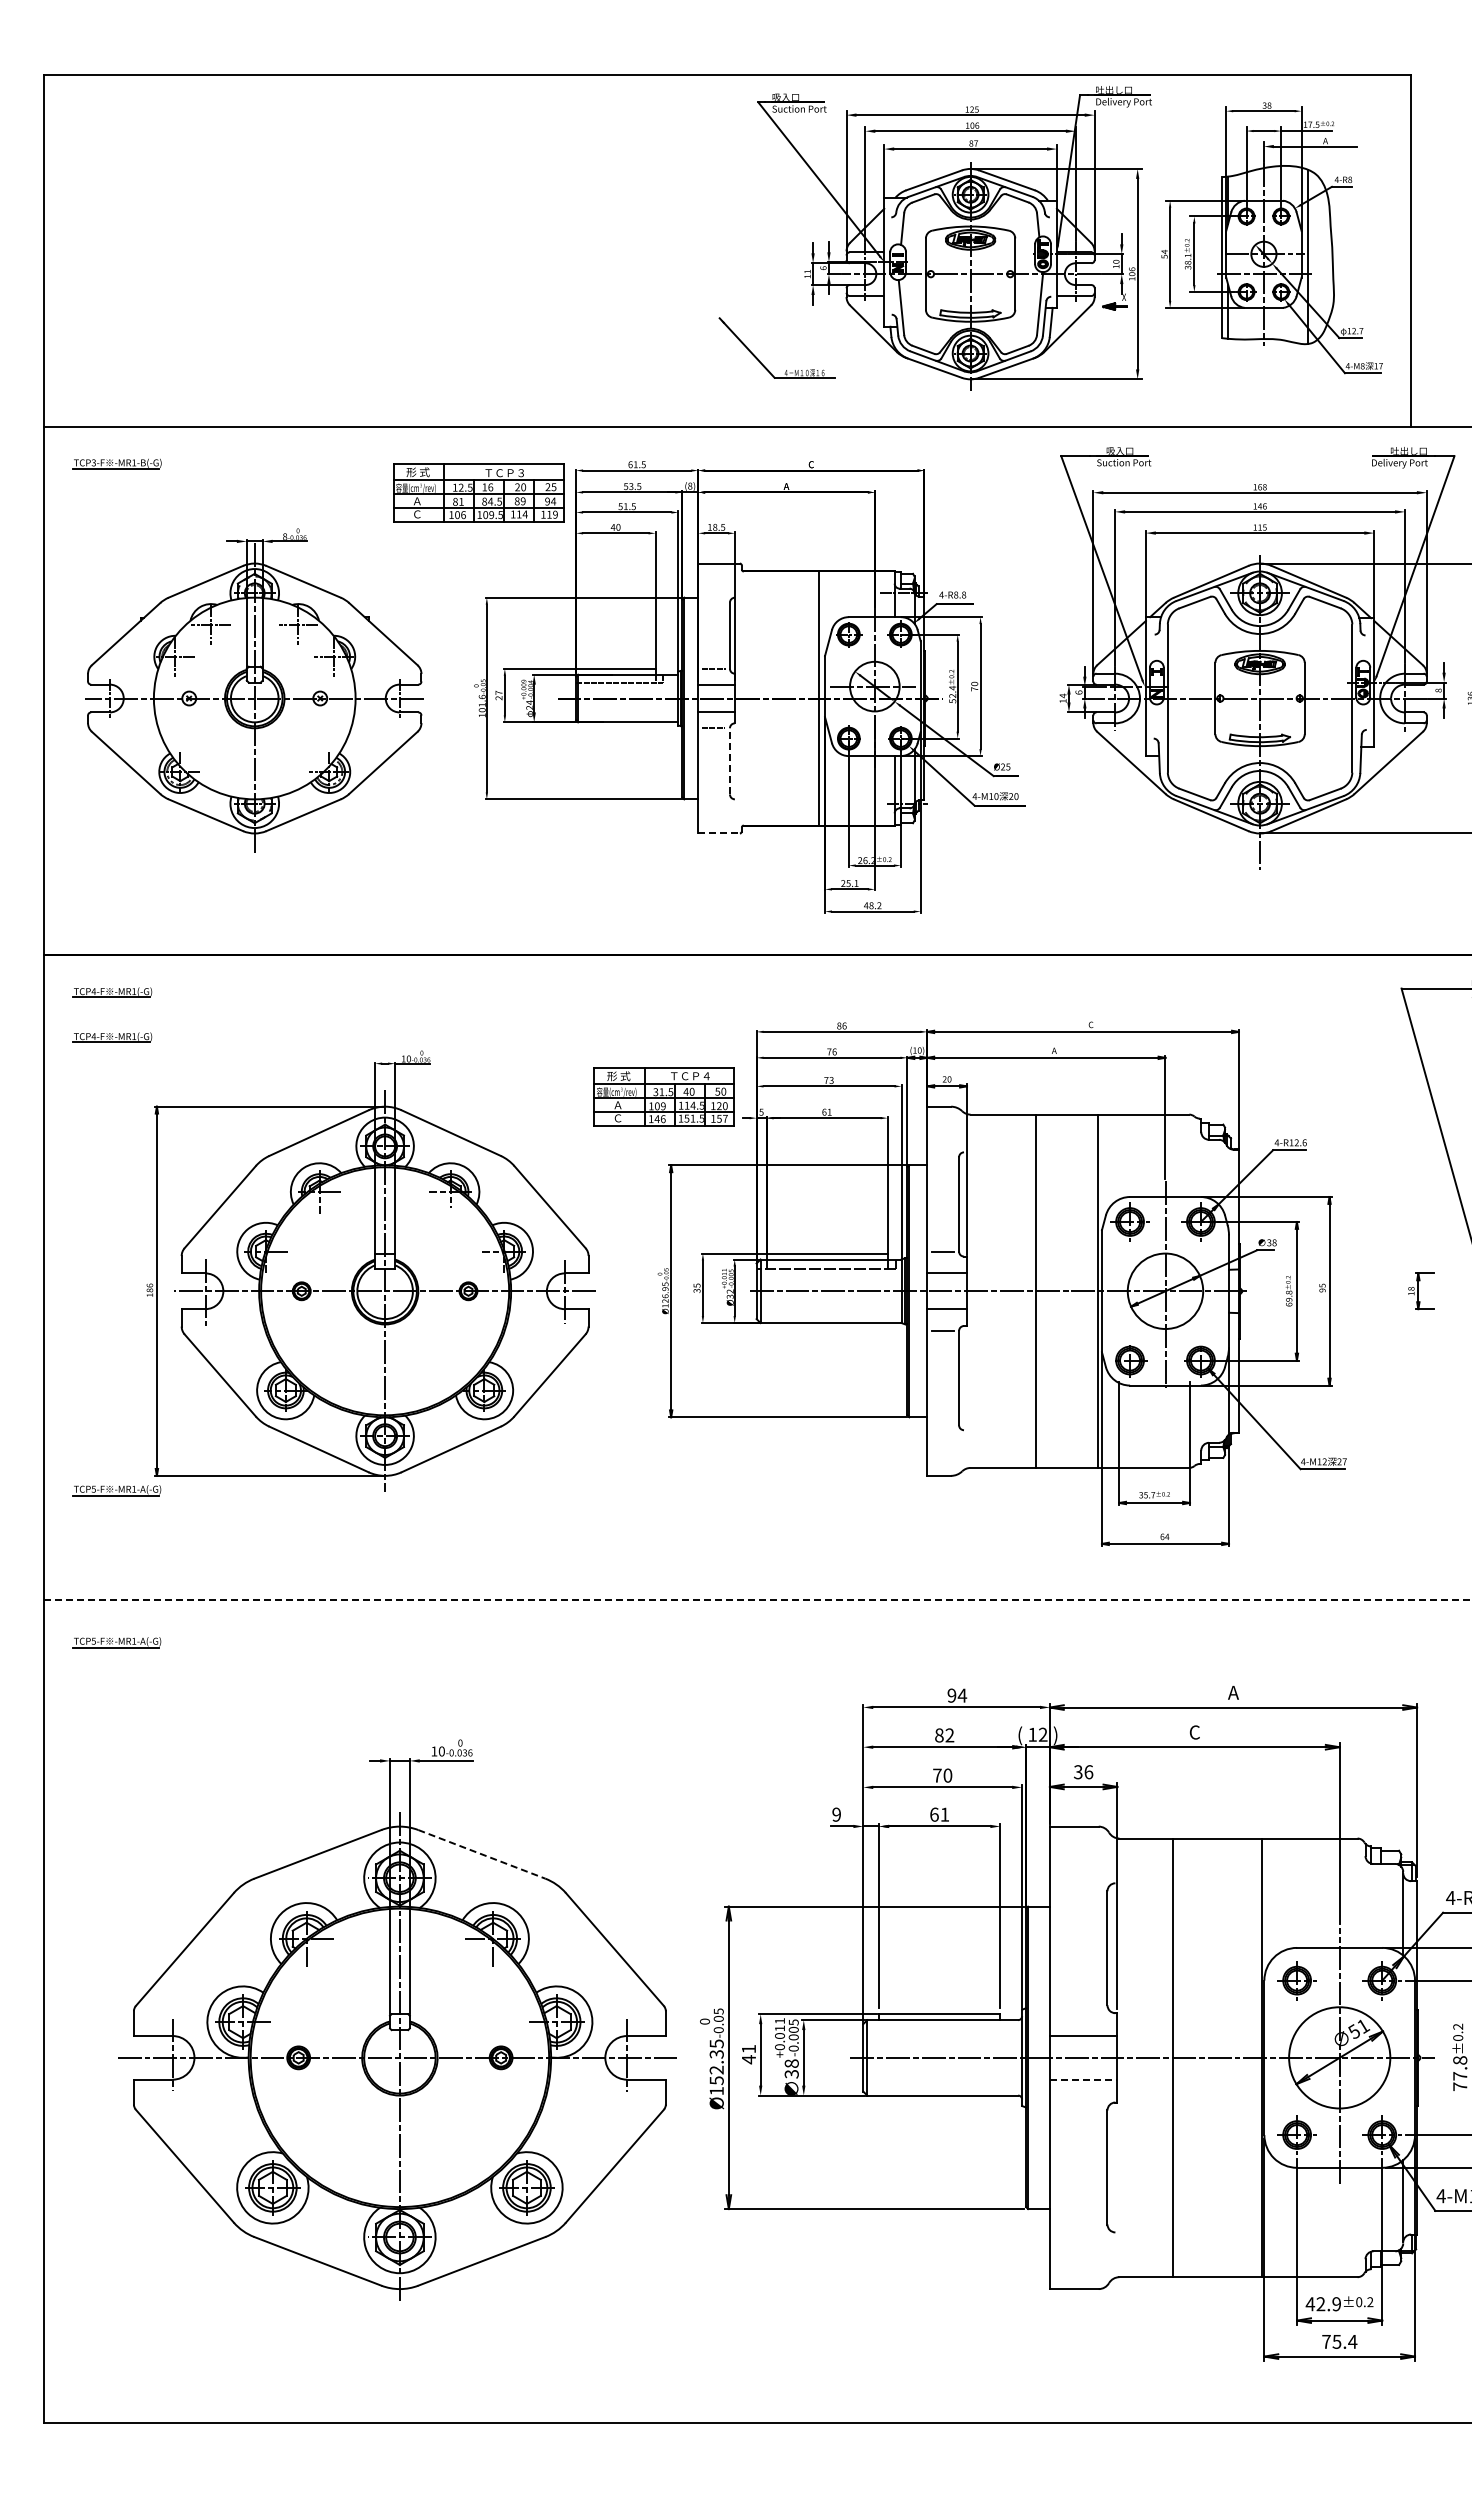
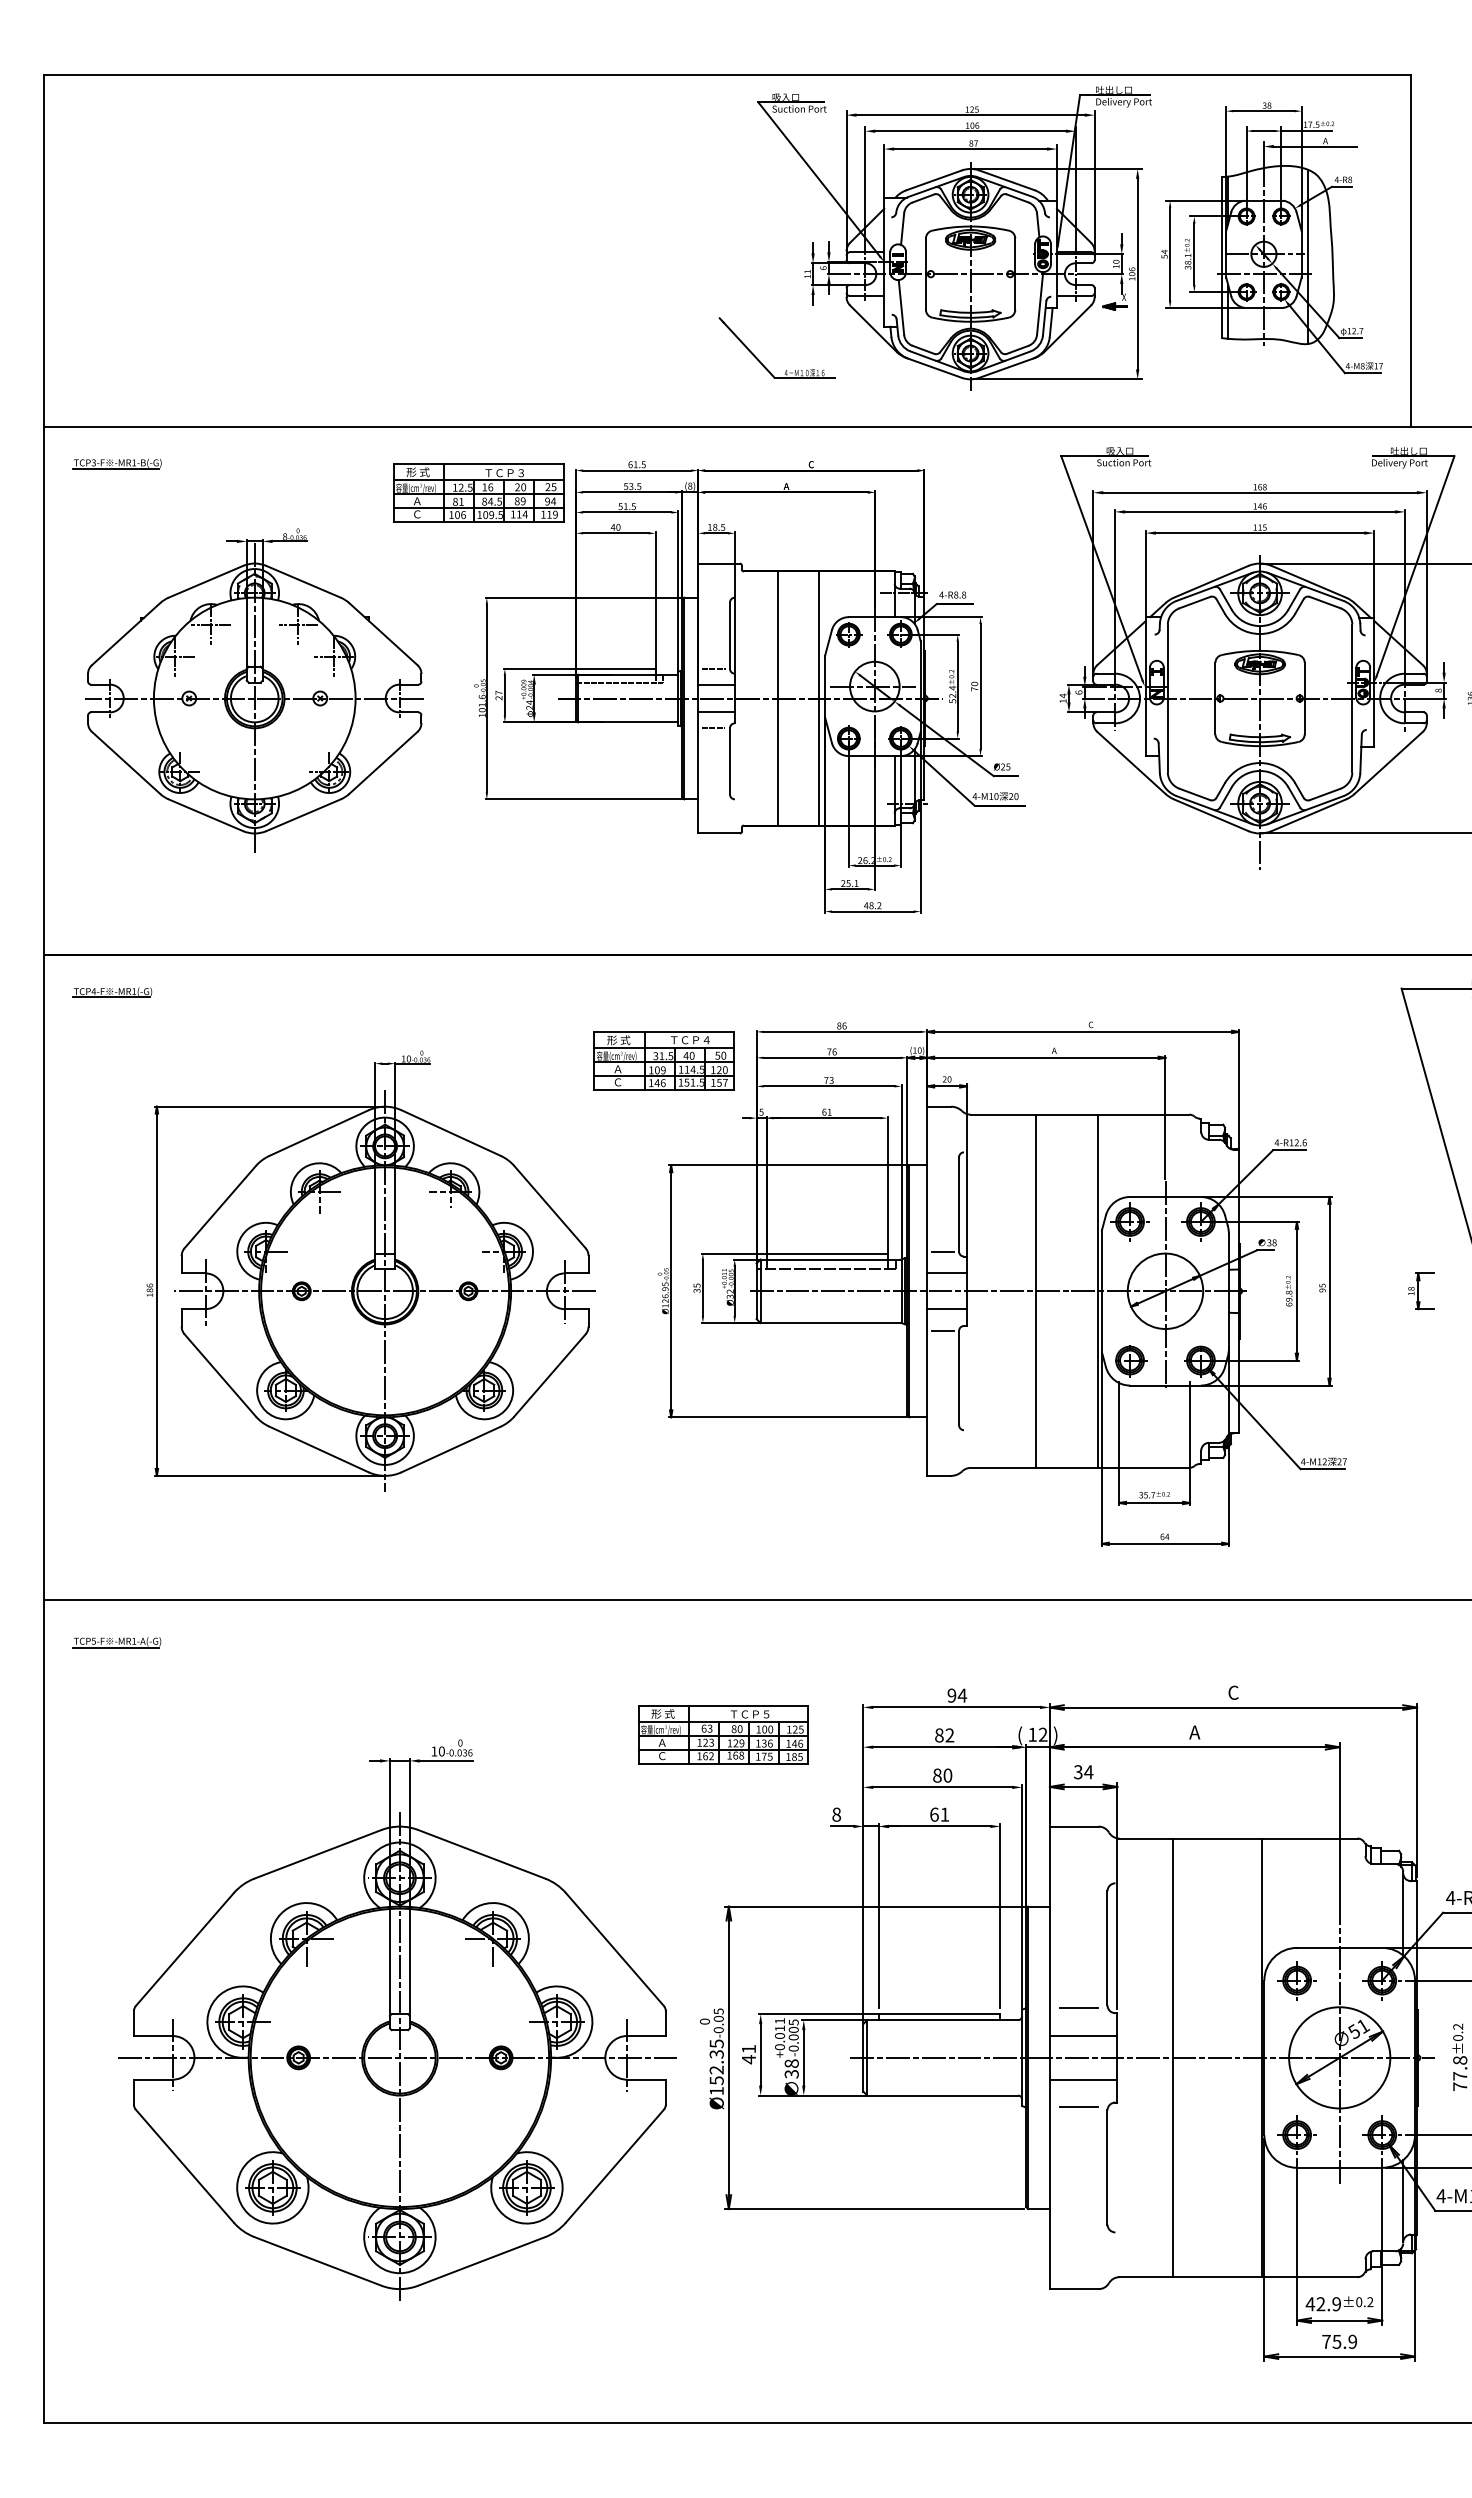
line at (777, 698): none -> present
line at (729, 760): dashed -> solid
line at (719, 833): dashed -> solid
part at (112, 1037): present -> none
part at (663, 1096) position: (663, 1096) -> (663, 1060)
part at (116, 1490): present -> none
line at (757, 1600): dashed -> solid
text at (1233, 1692): A -> C
text at (1194, 1732): C -> A
part at (723, 1734): none -> present
text at (1088, 1772): 36 -> 34
text at (937, 1775): 70 -> 80
text at (836, 1814): 9 -> 8
line at (482, 1854): dashed -> solid
line at (1078, 2007): none -> present
line at (1083, 2079): dashed -> solid
line at (1078, 2107): none -> present
text at (1352, 2341): 75.4 -> 75.9
